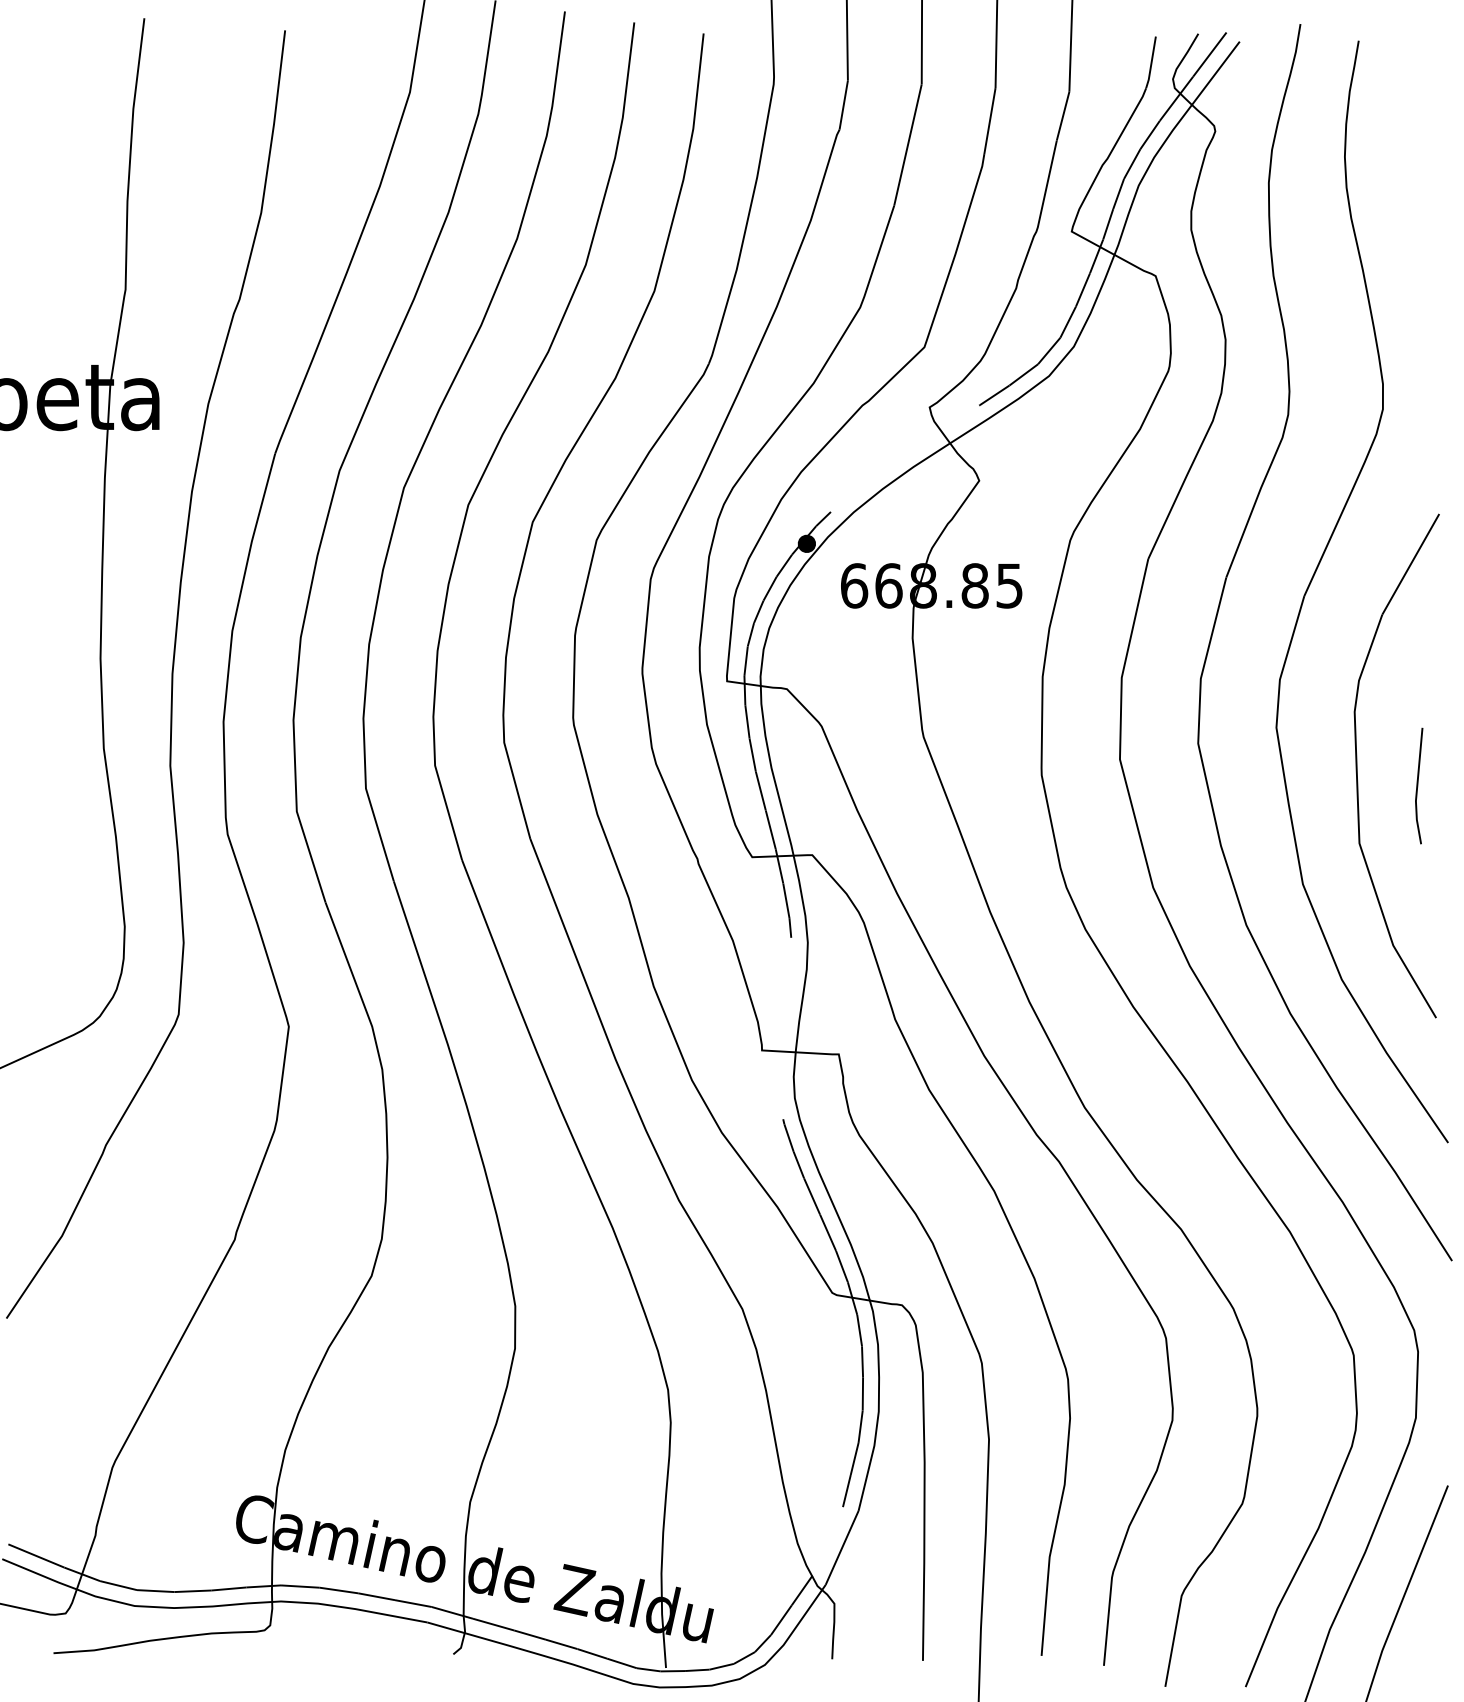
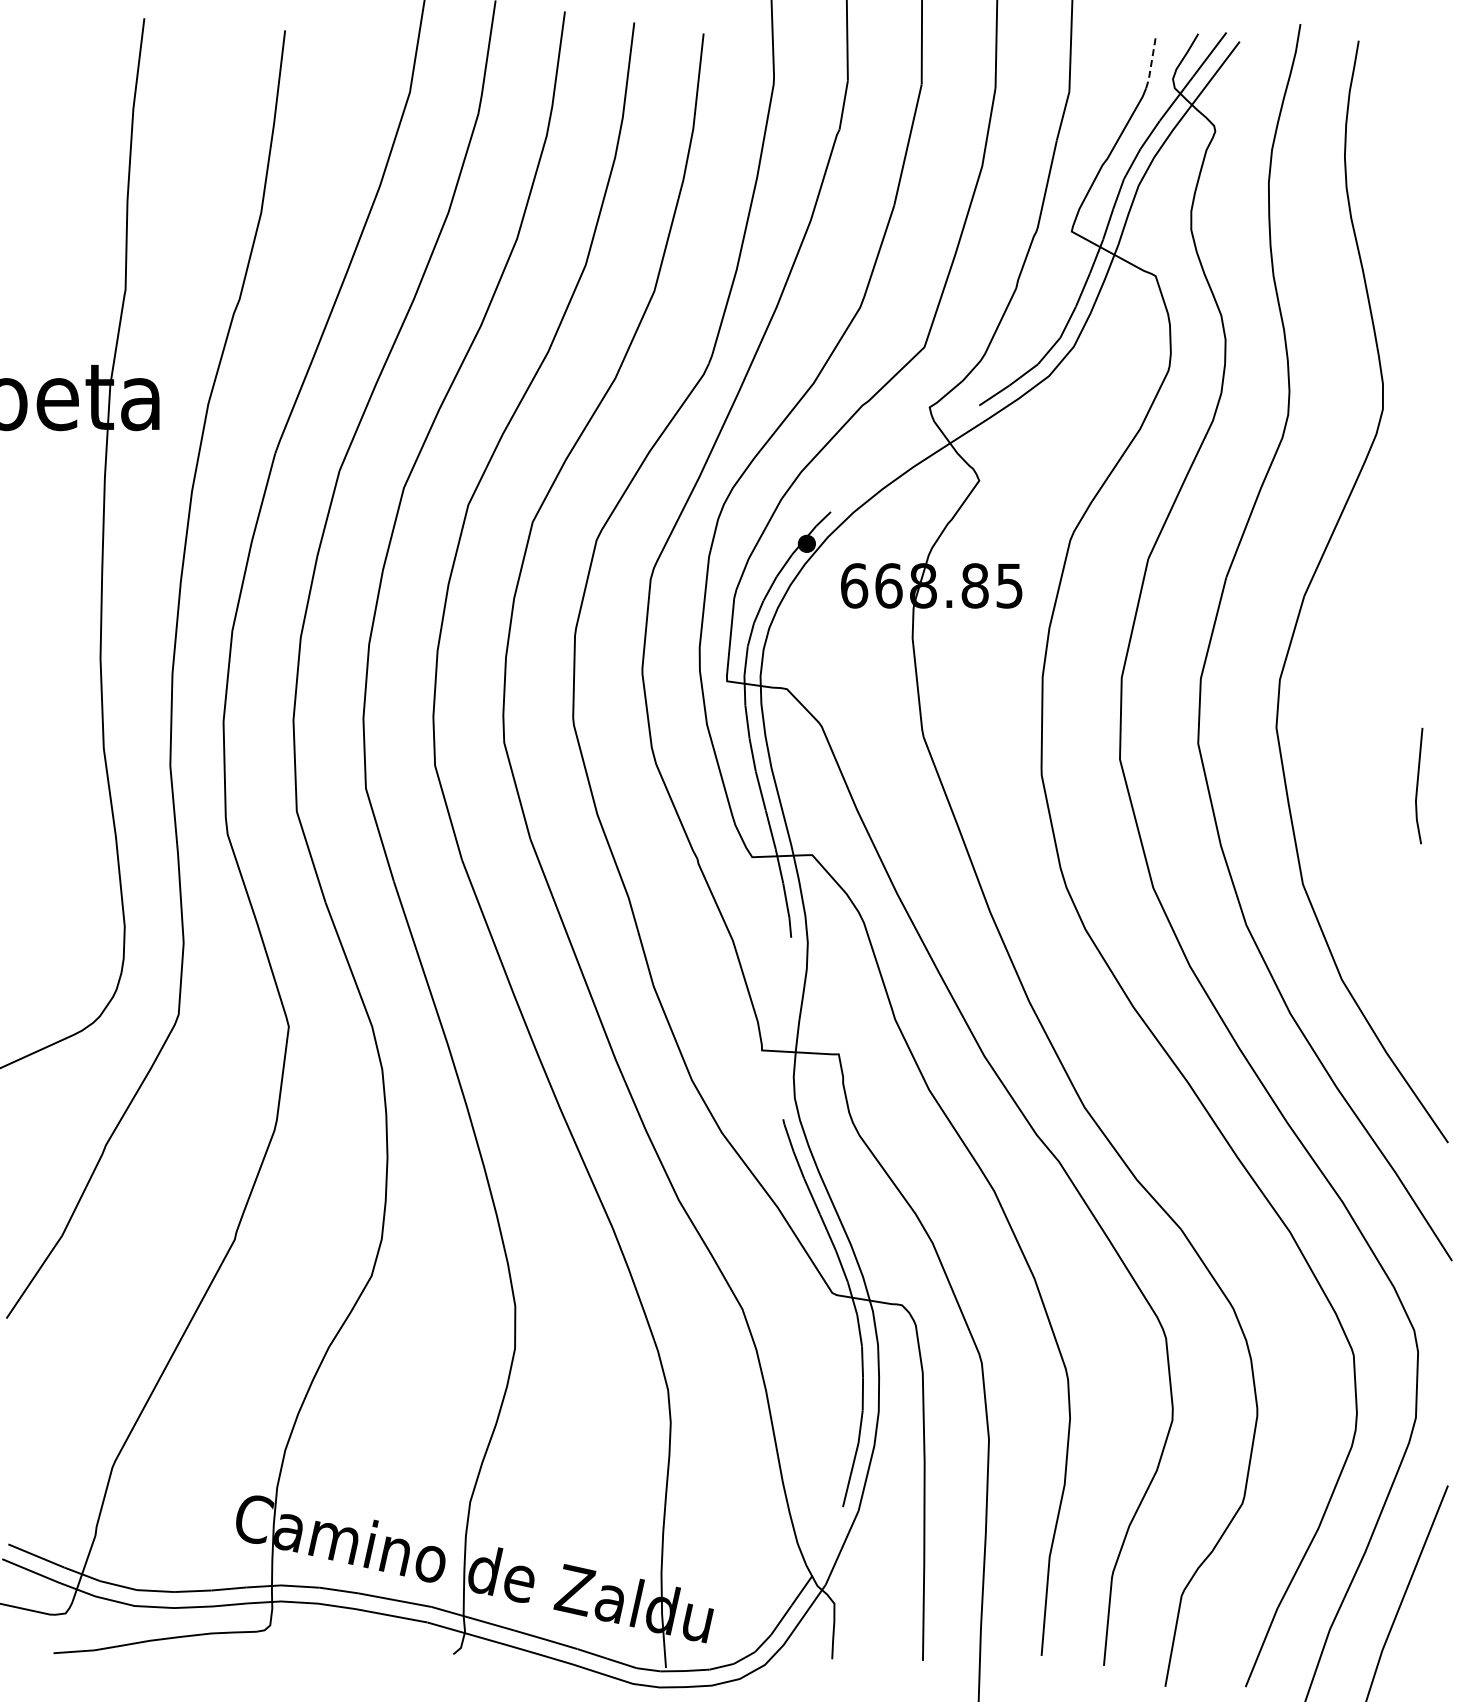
line at (1151, 63): solid -> dashed
part at (1357, 765): present -> none
